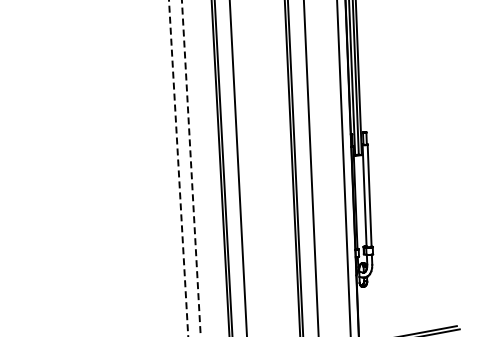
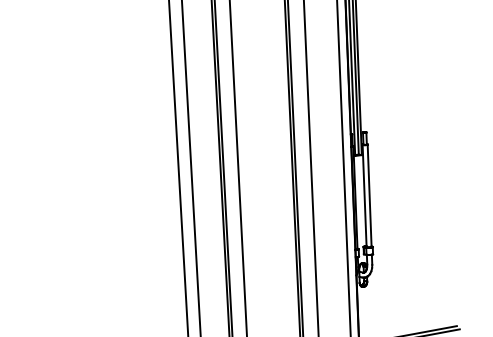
line at (191, 167): dashed -> solid
line at (178, 169): dashed -> solid
